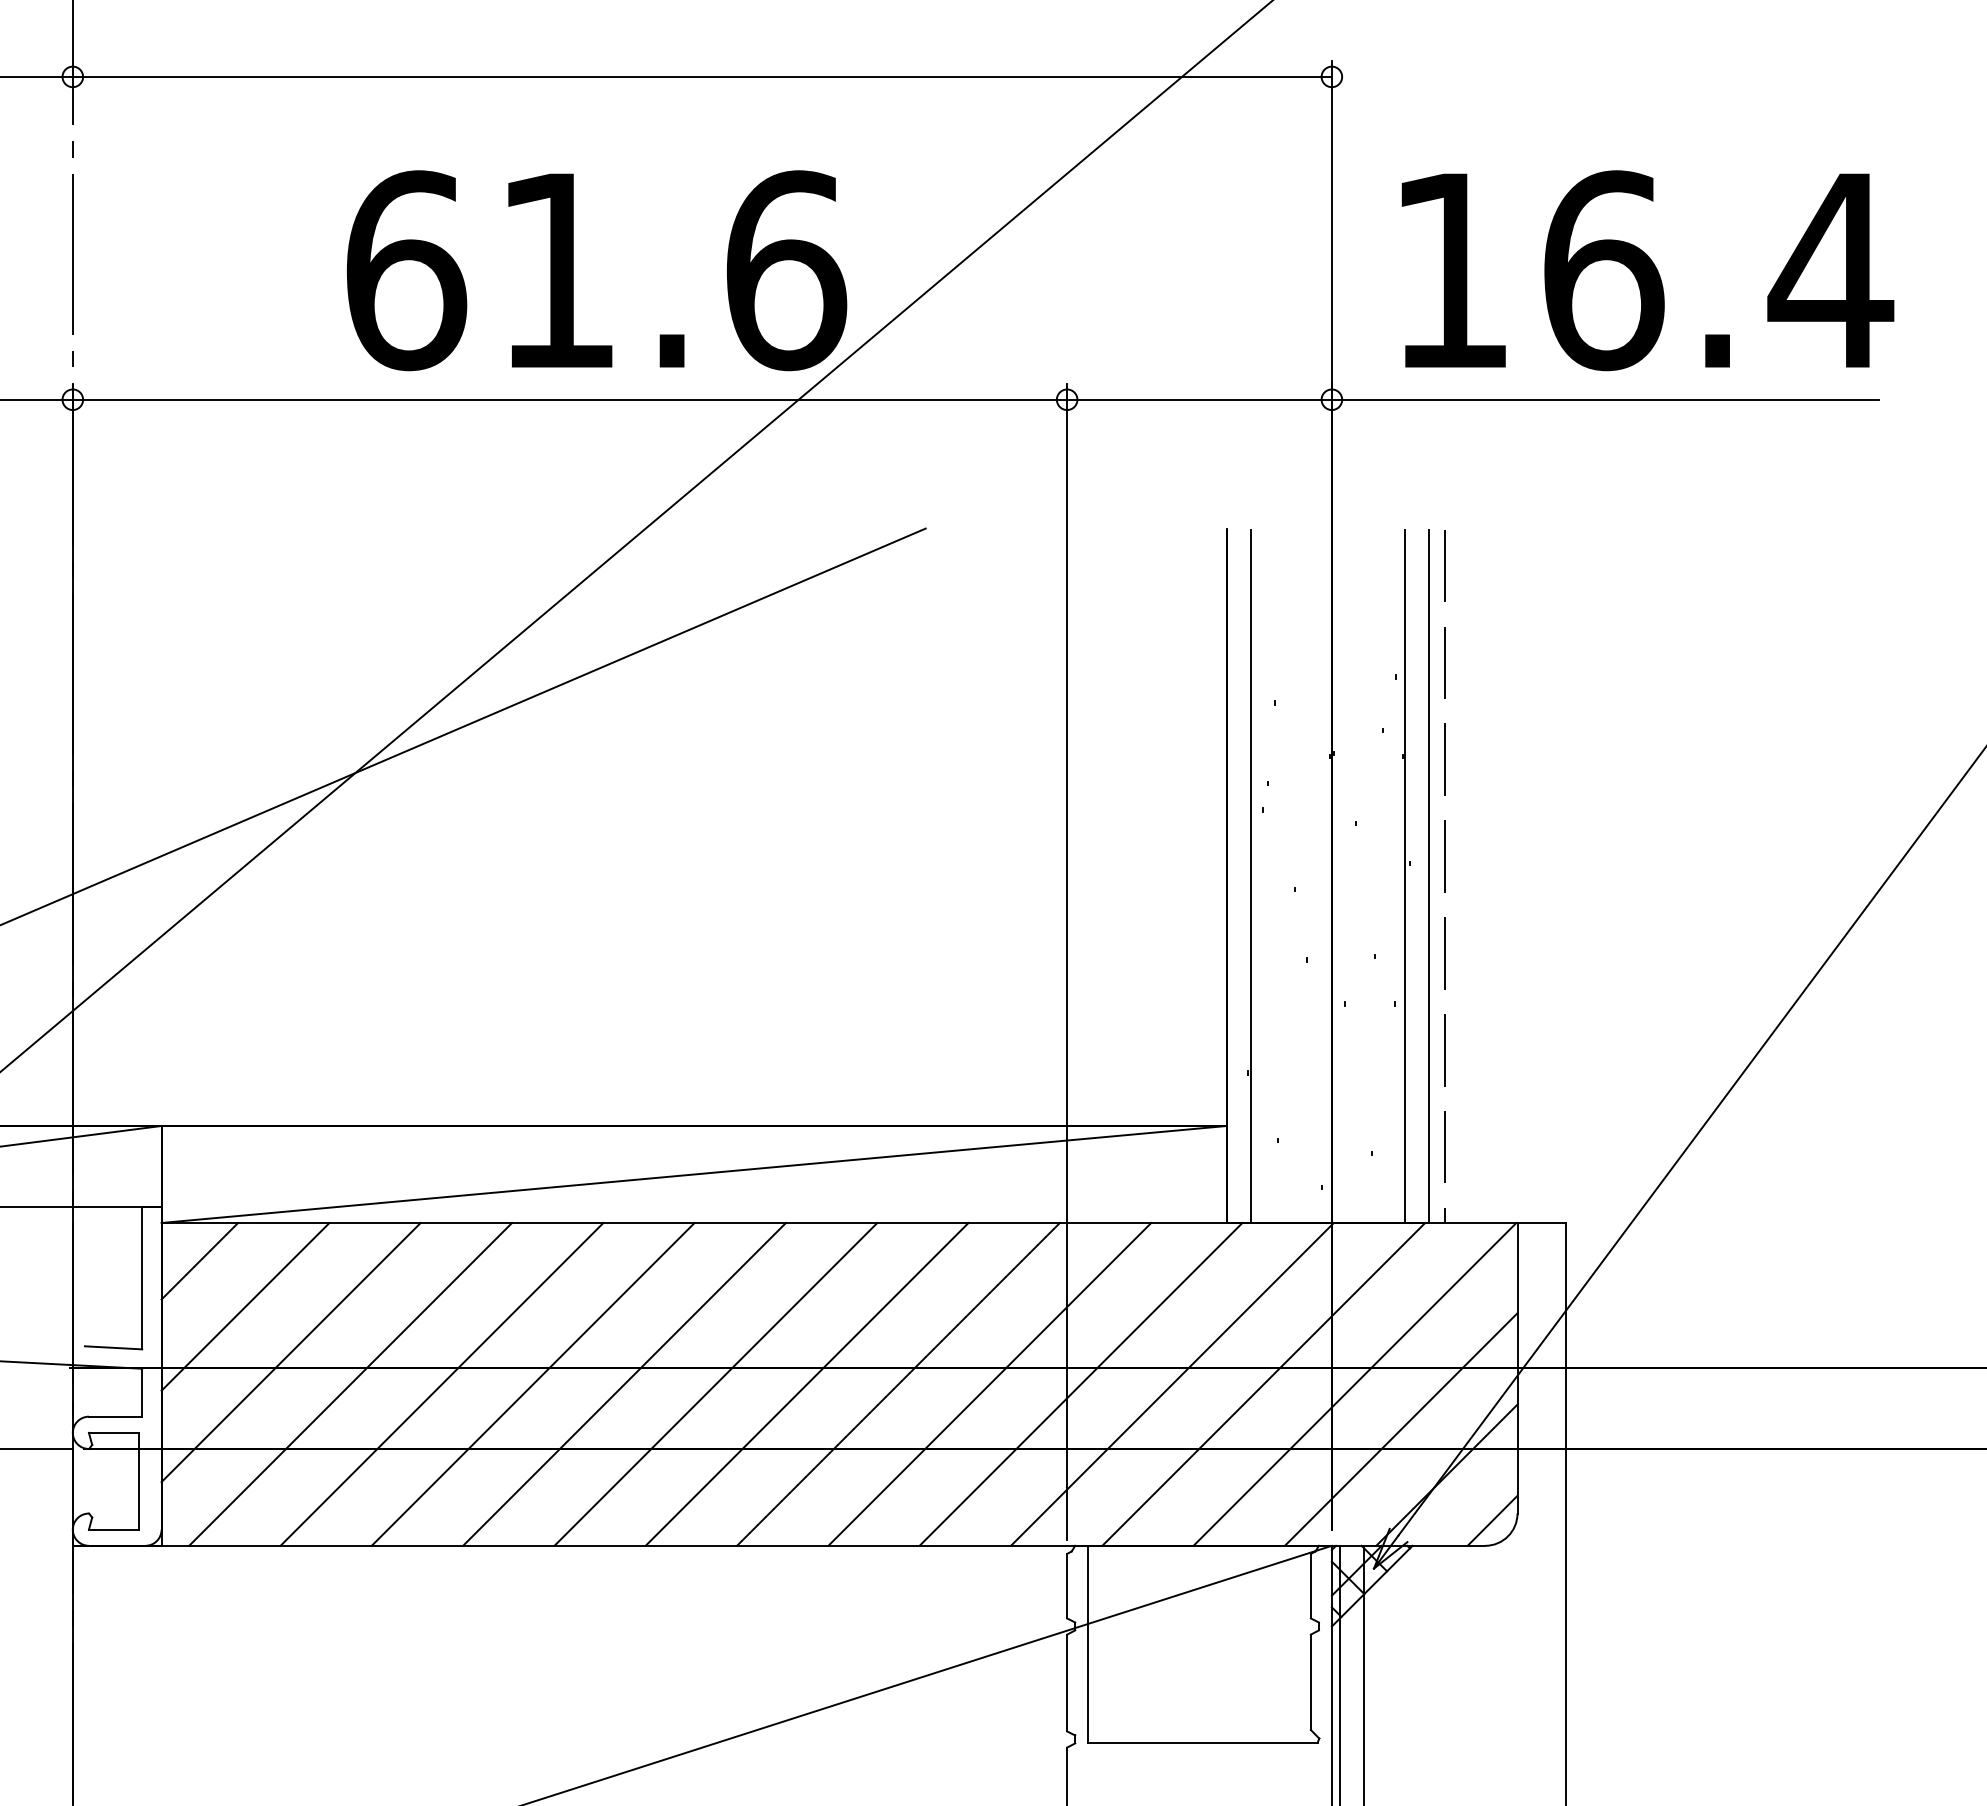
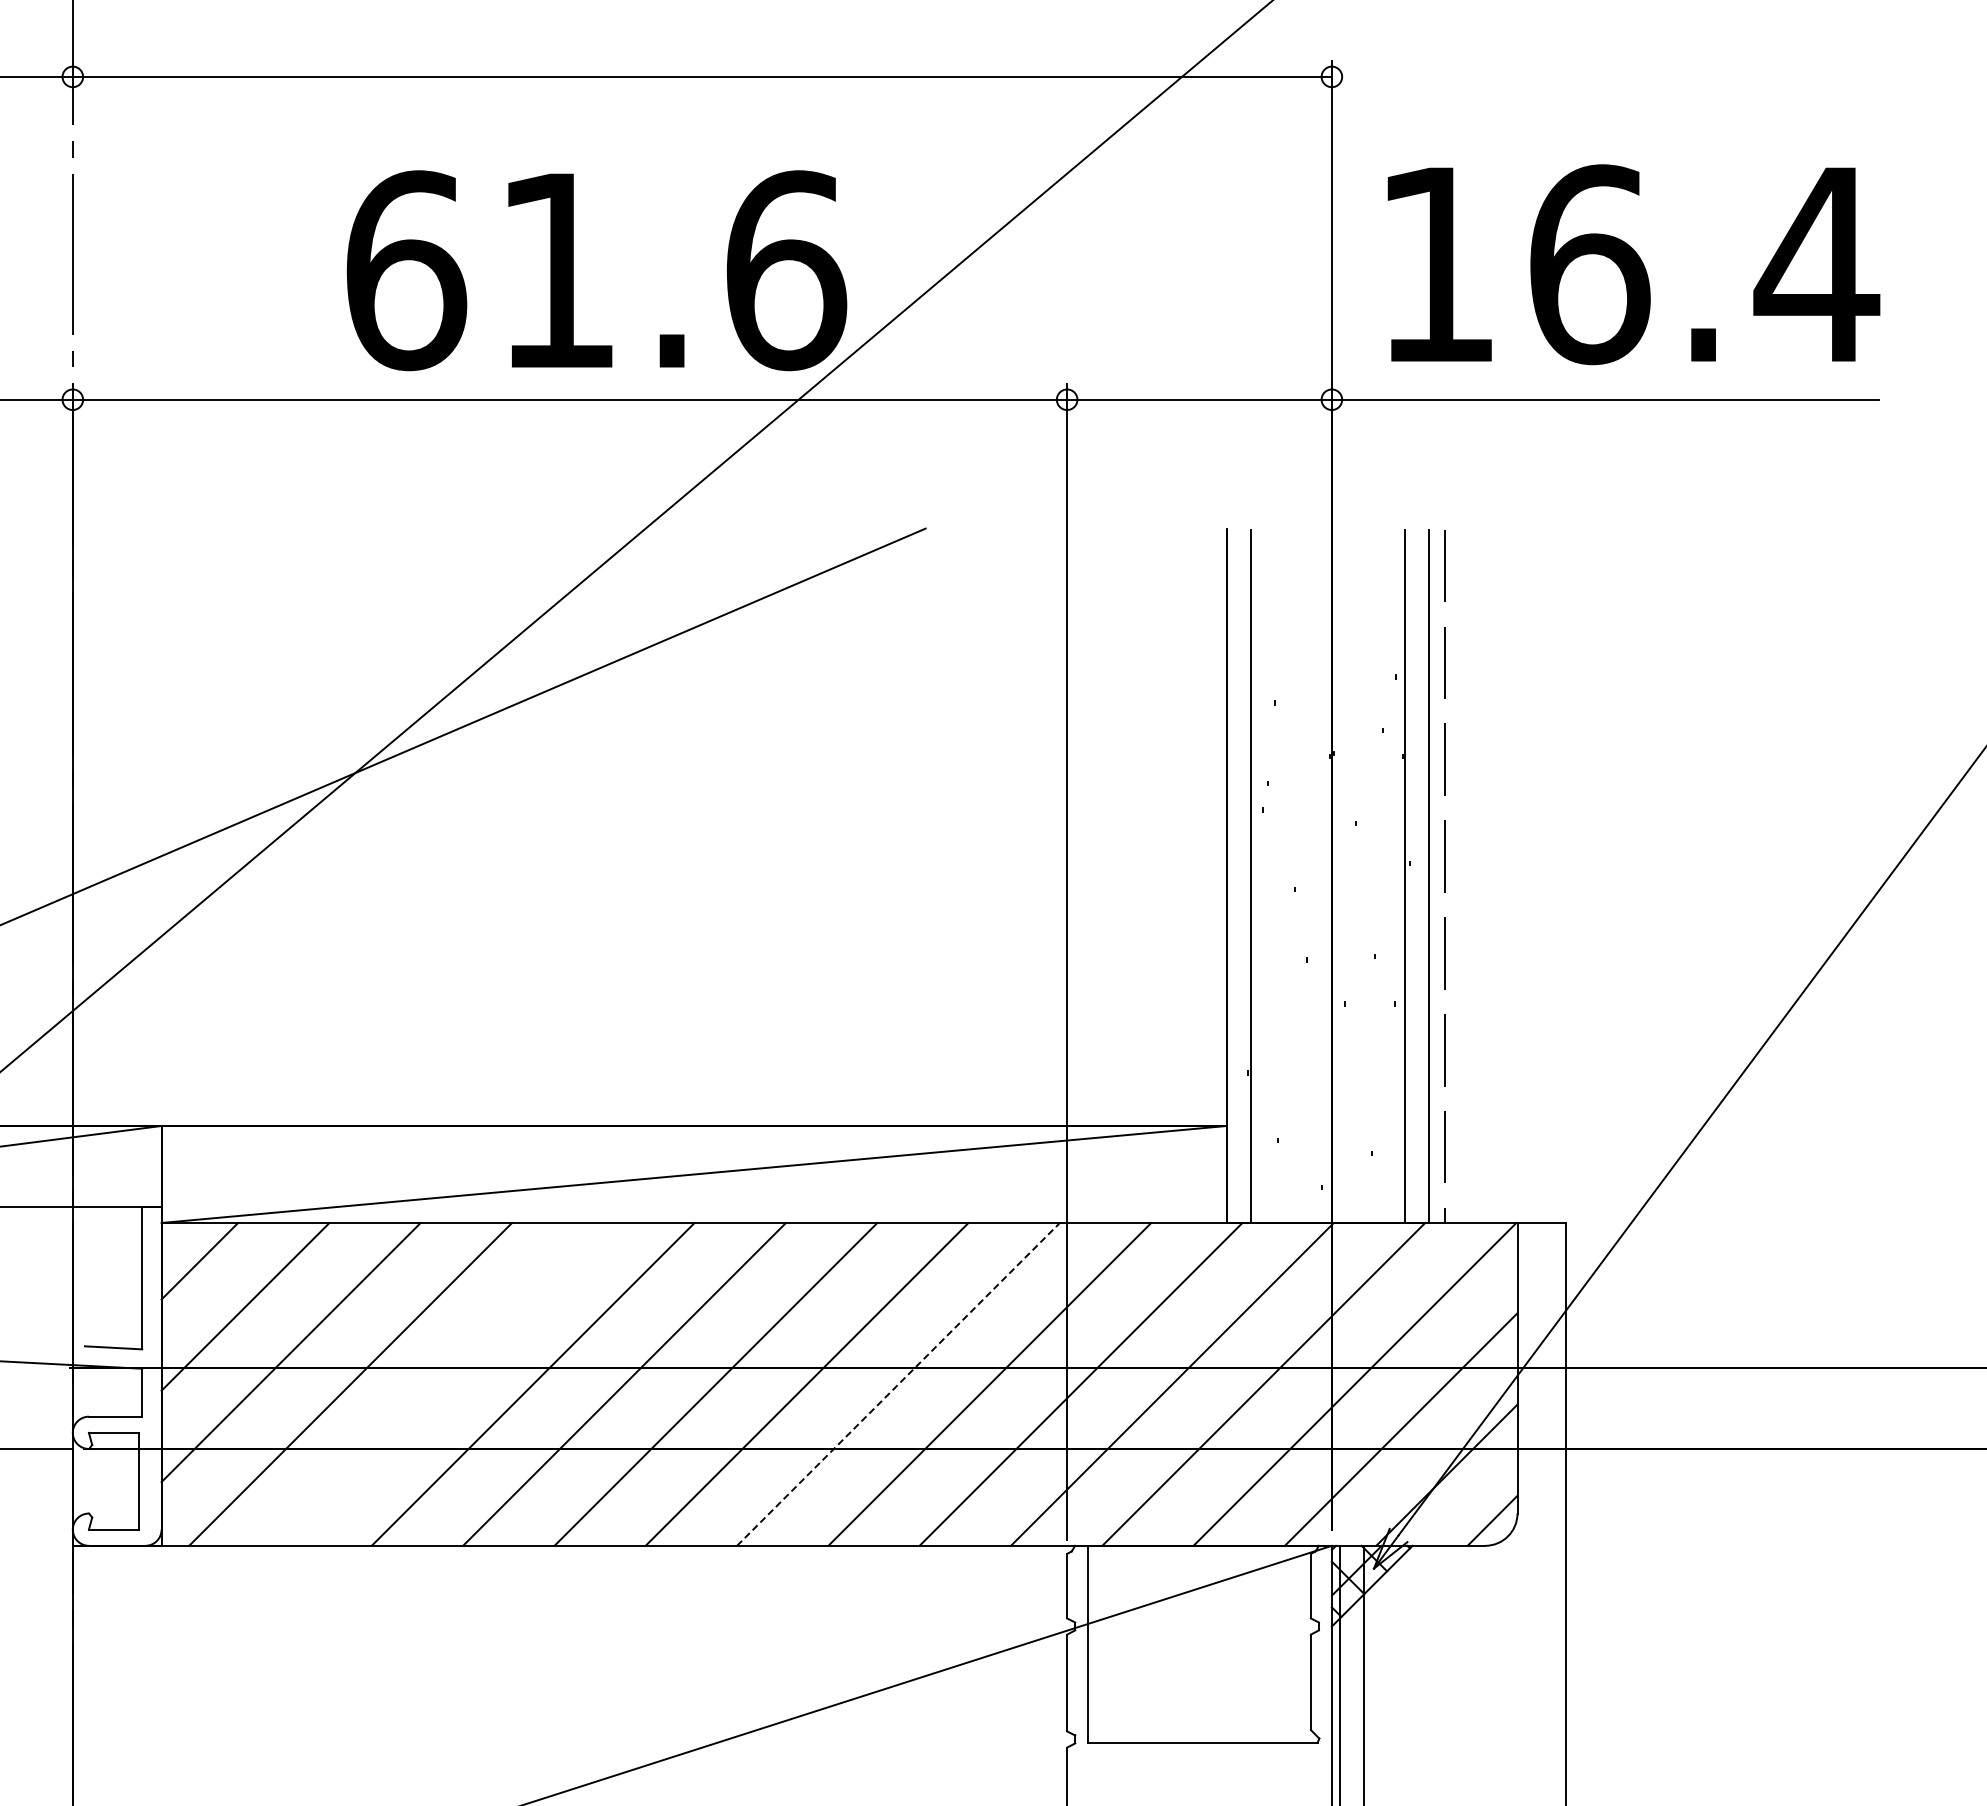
text at (1647, 270) position: (1647, 270) -> (1633, 264)
line at (441, 1383): present -> none
line at (898, 1384): solid -> dashed
